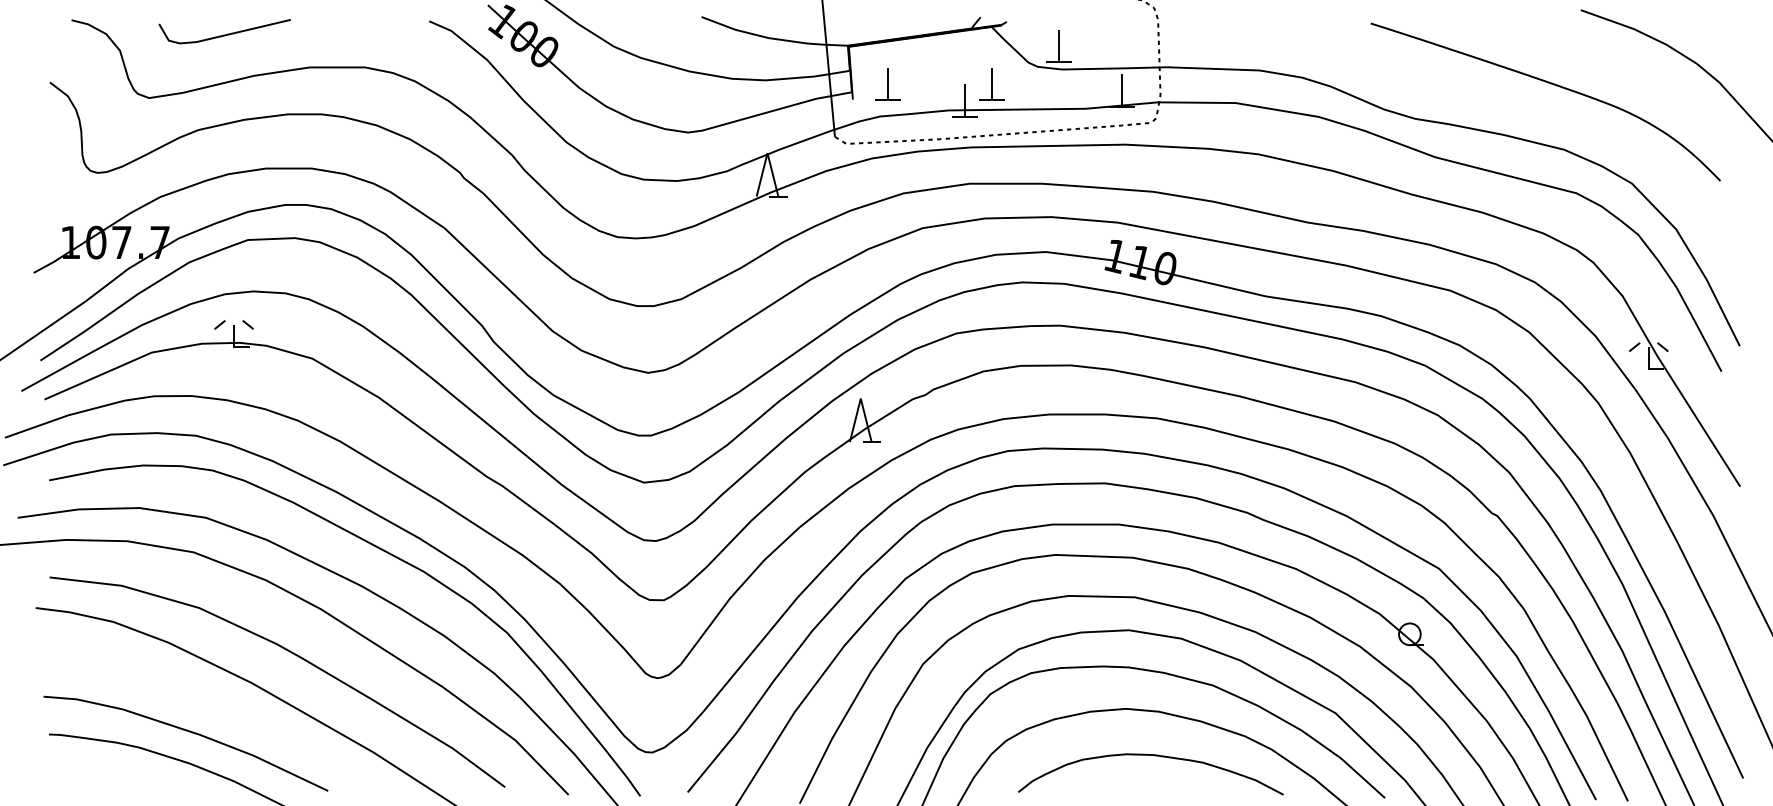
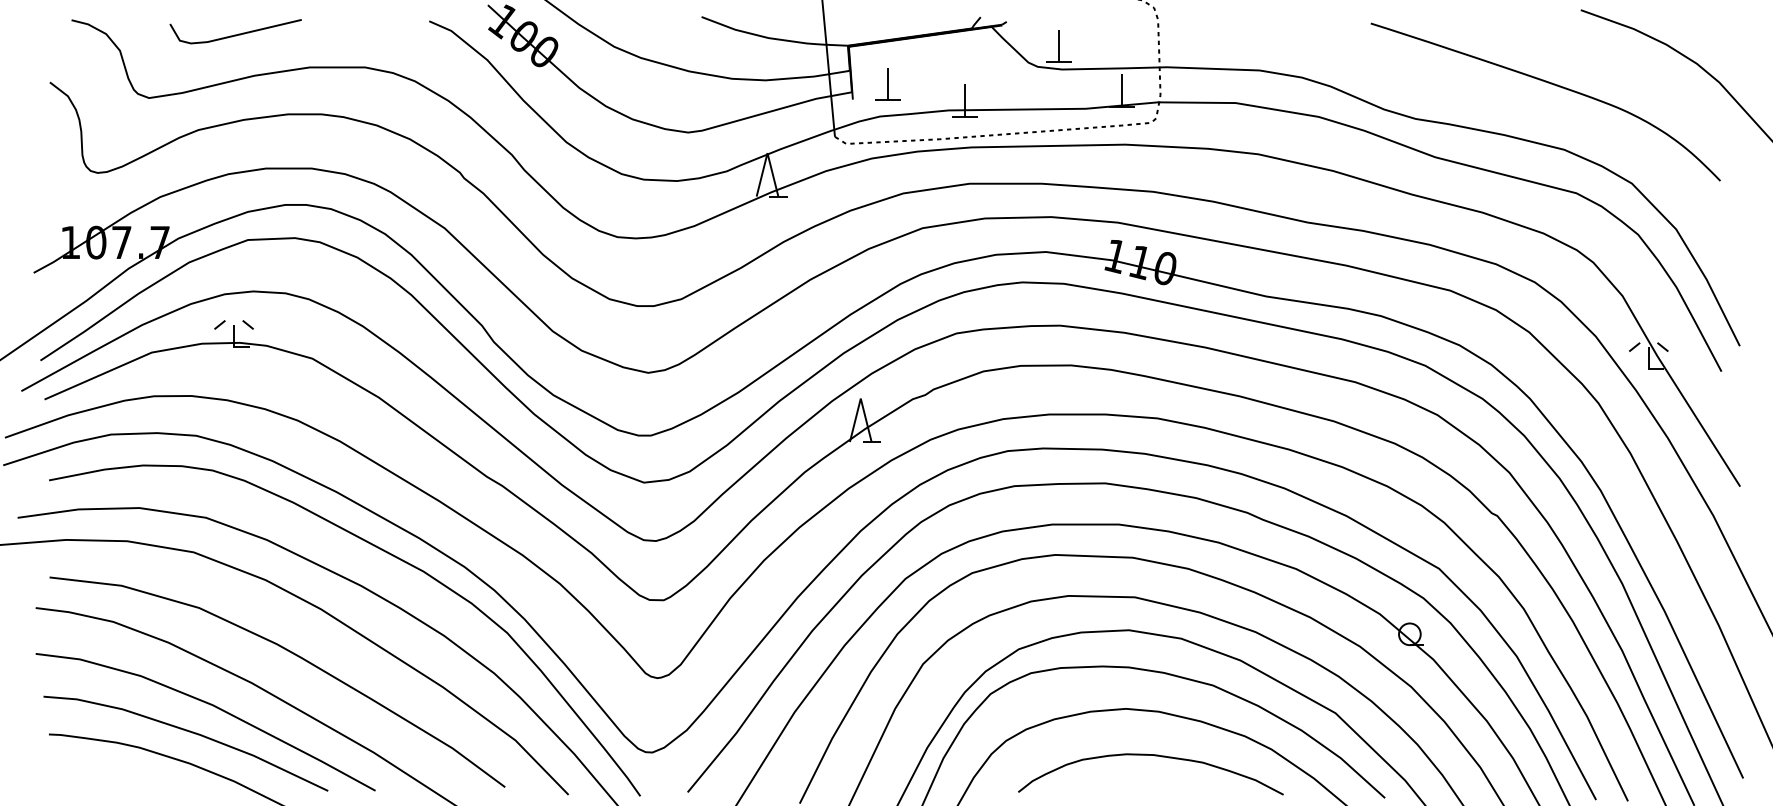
line at (224, 34) position: (224, 34) -> (235, 34)
part at (991, 84): present -> none
curve at (212, 706): none -> present
